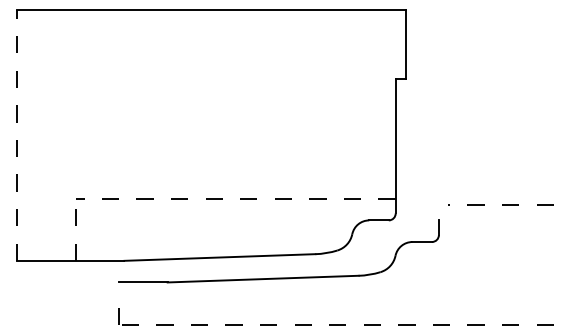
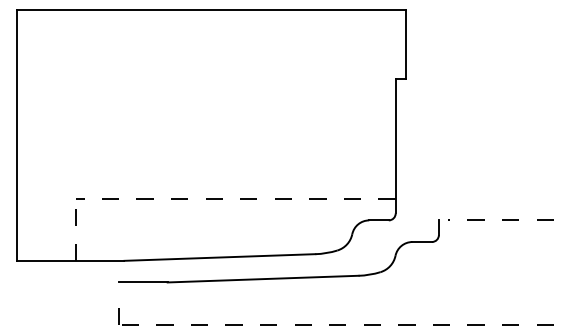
line at (17, 135): dashed -> solid
line at (502, 204) position: (502, 204) -> (502, 219)
